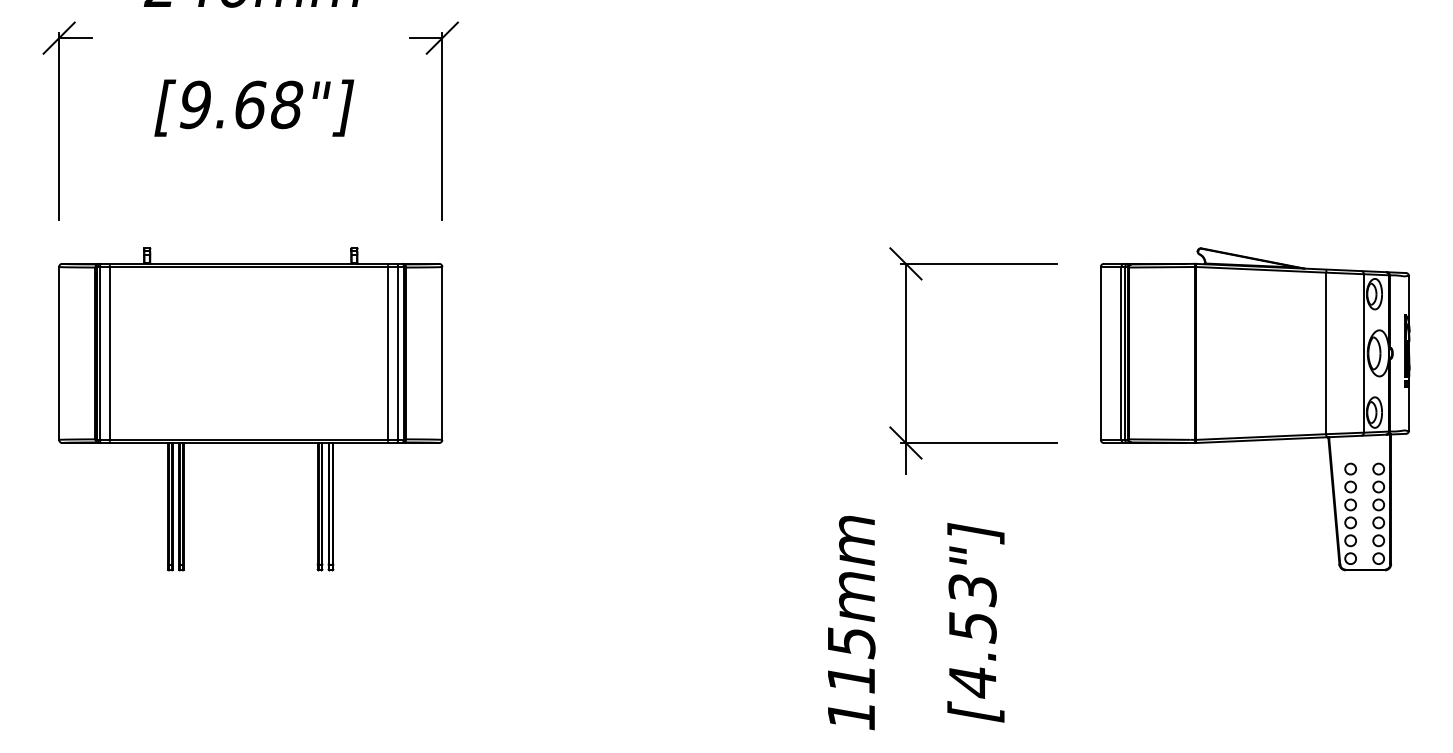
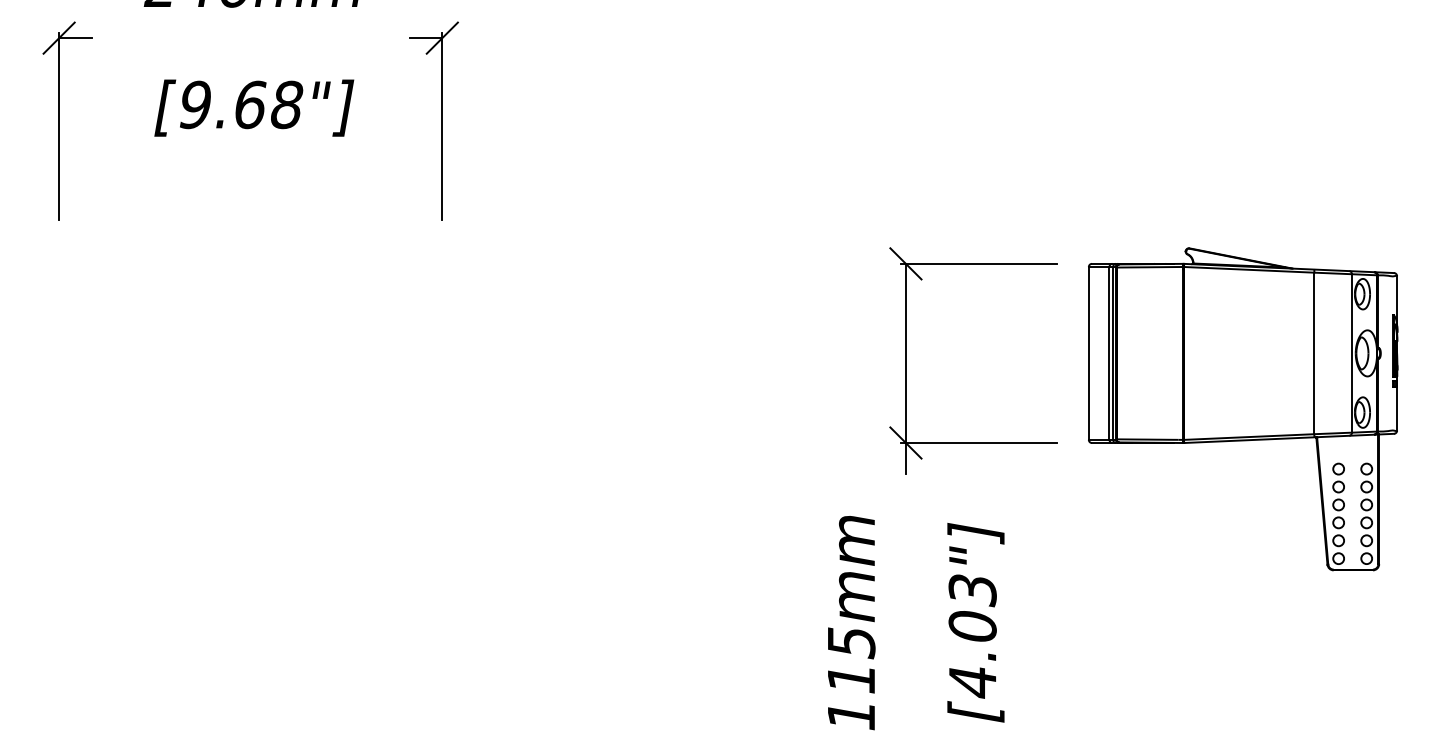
part at (250, 409): present -> none
part at (1255, 409) position: (1255, 409) -> (1243, 409)
text at (972, 627): [4.53"] -> [4.03"]
